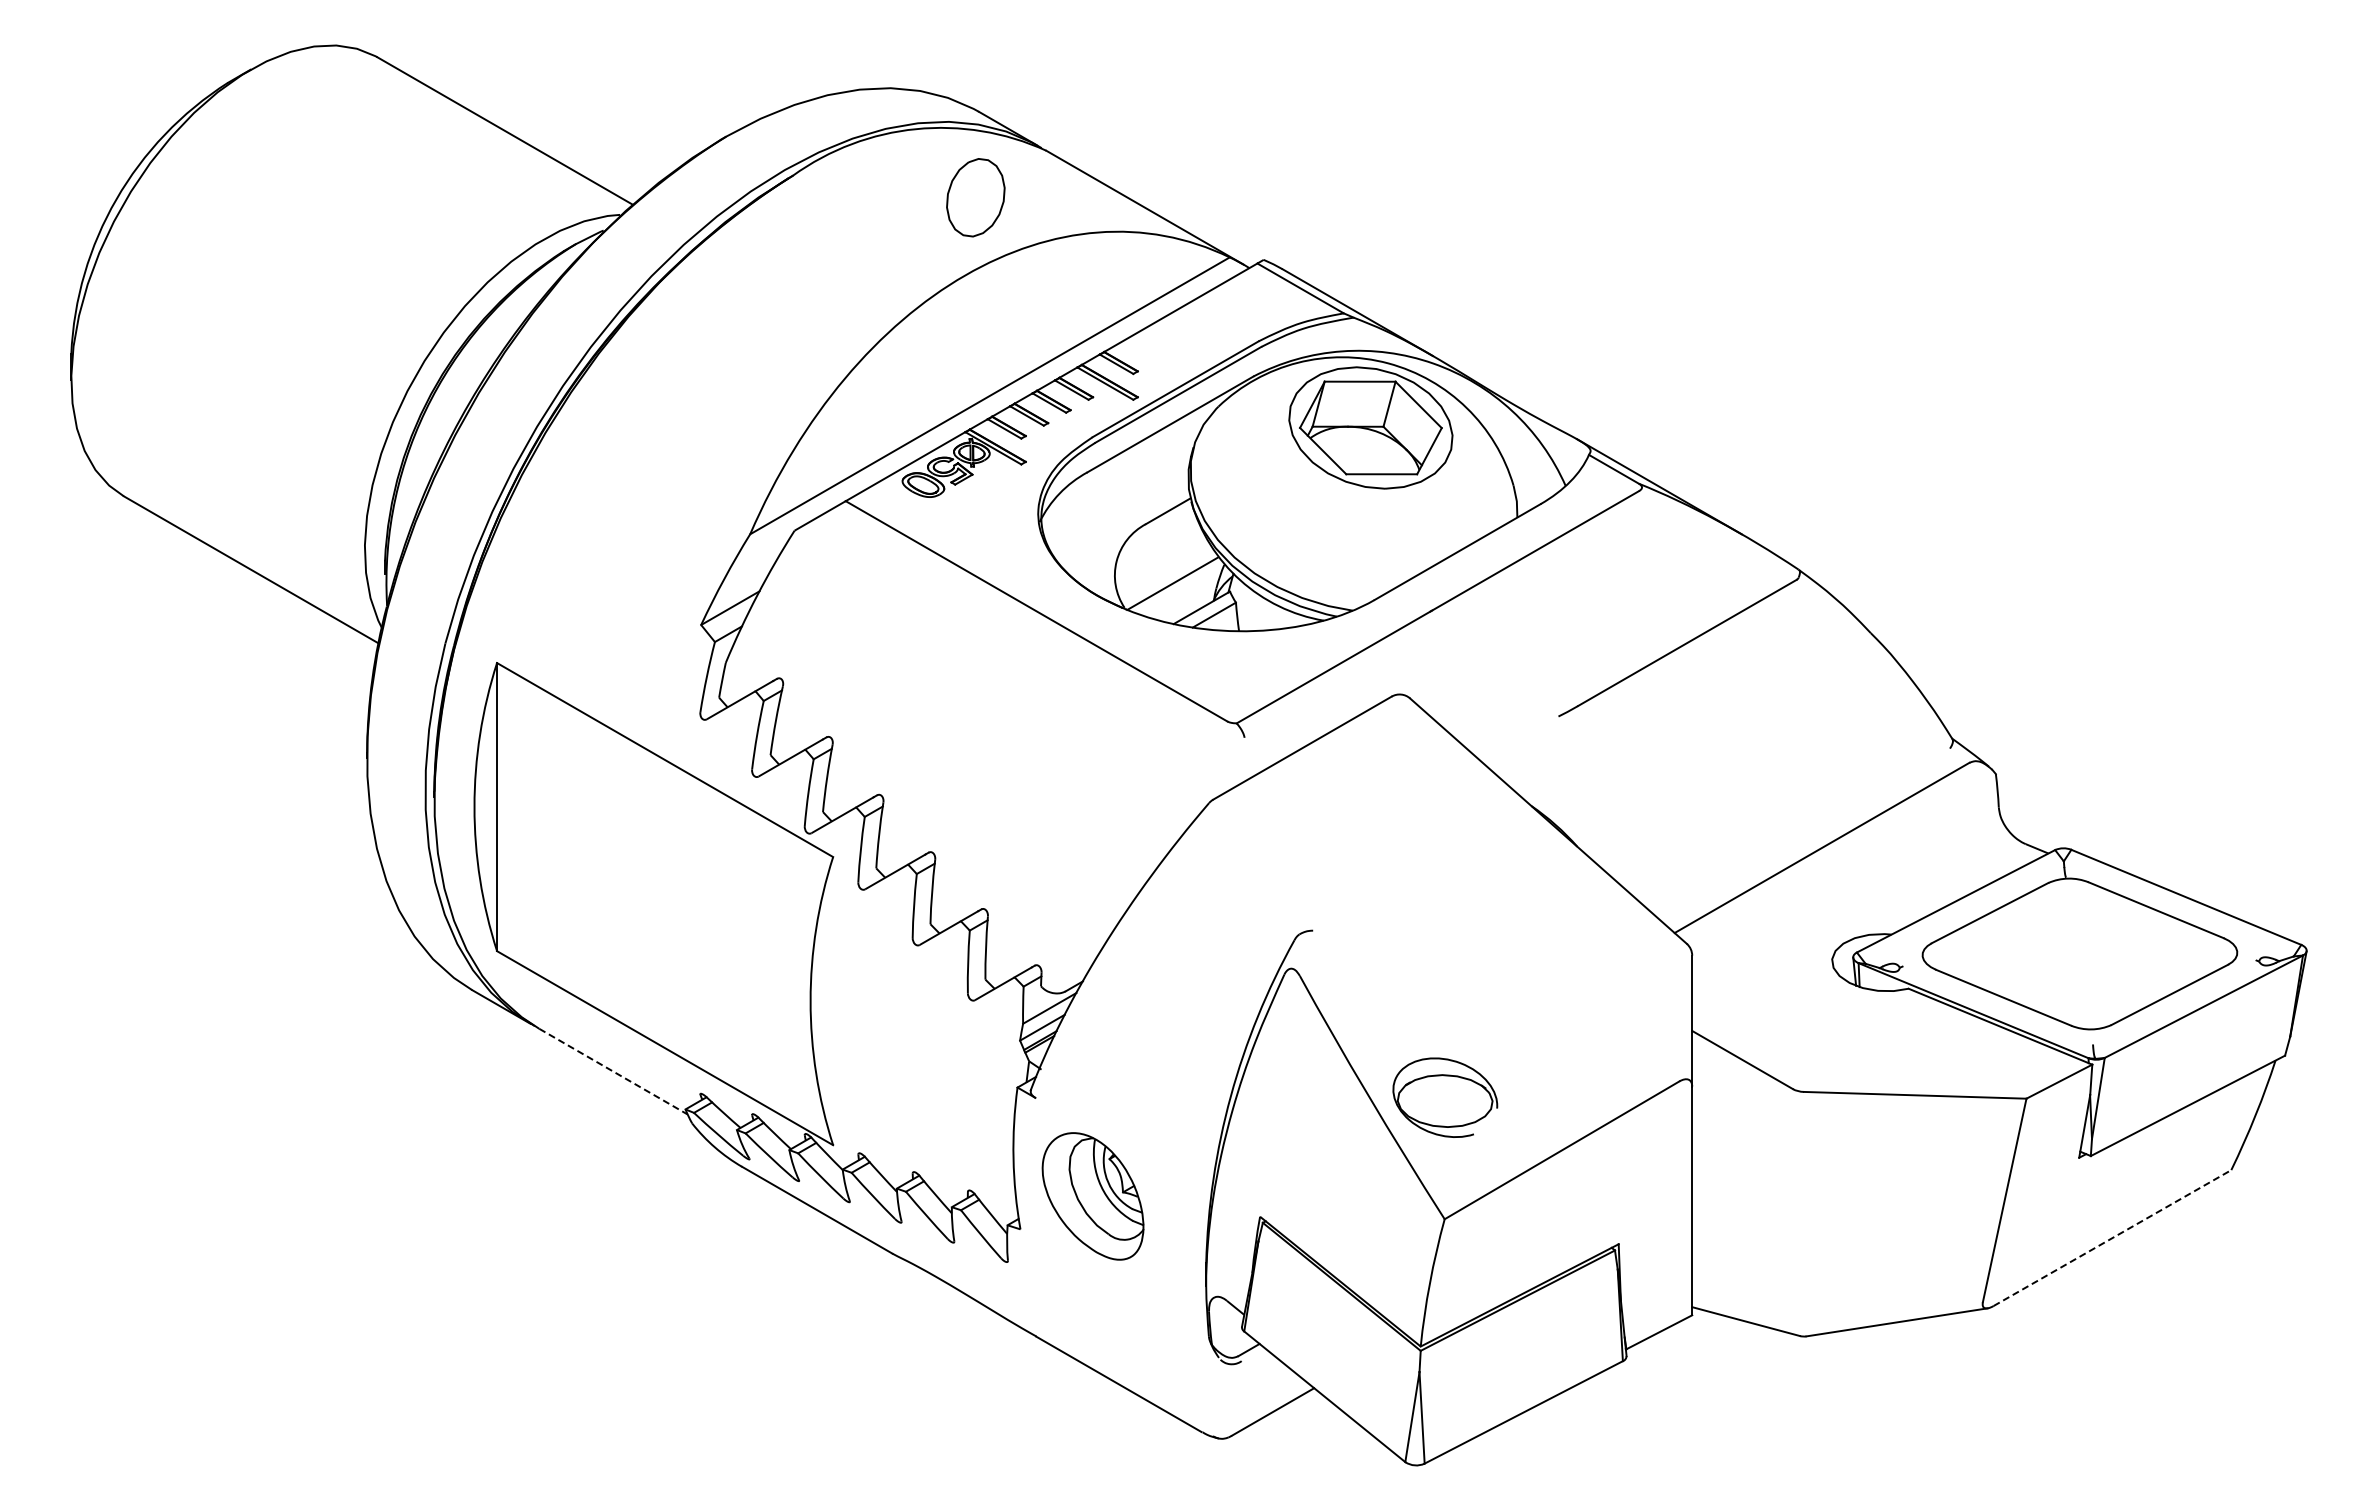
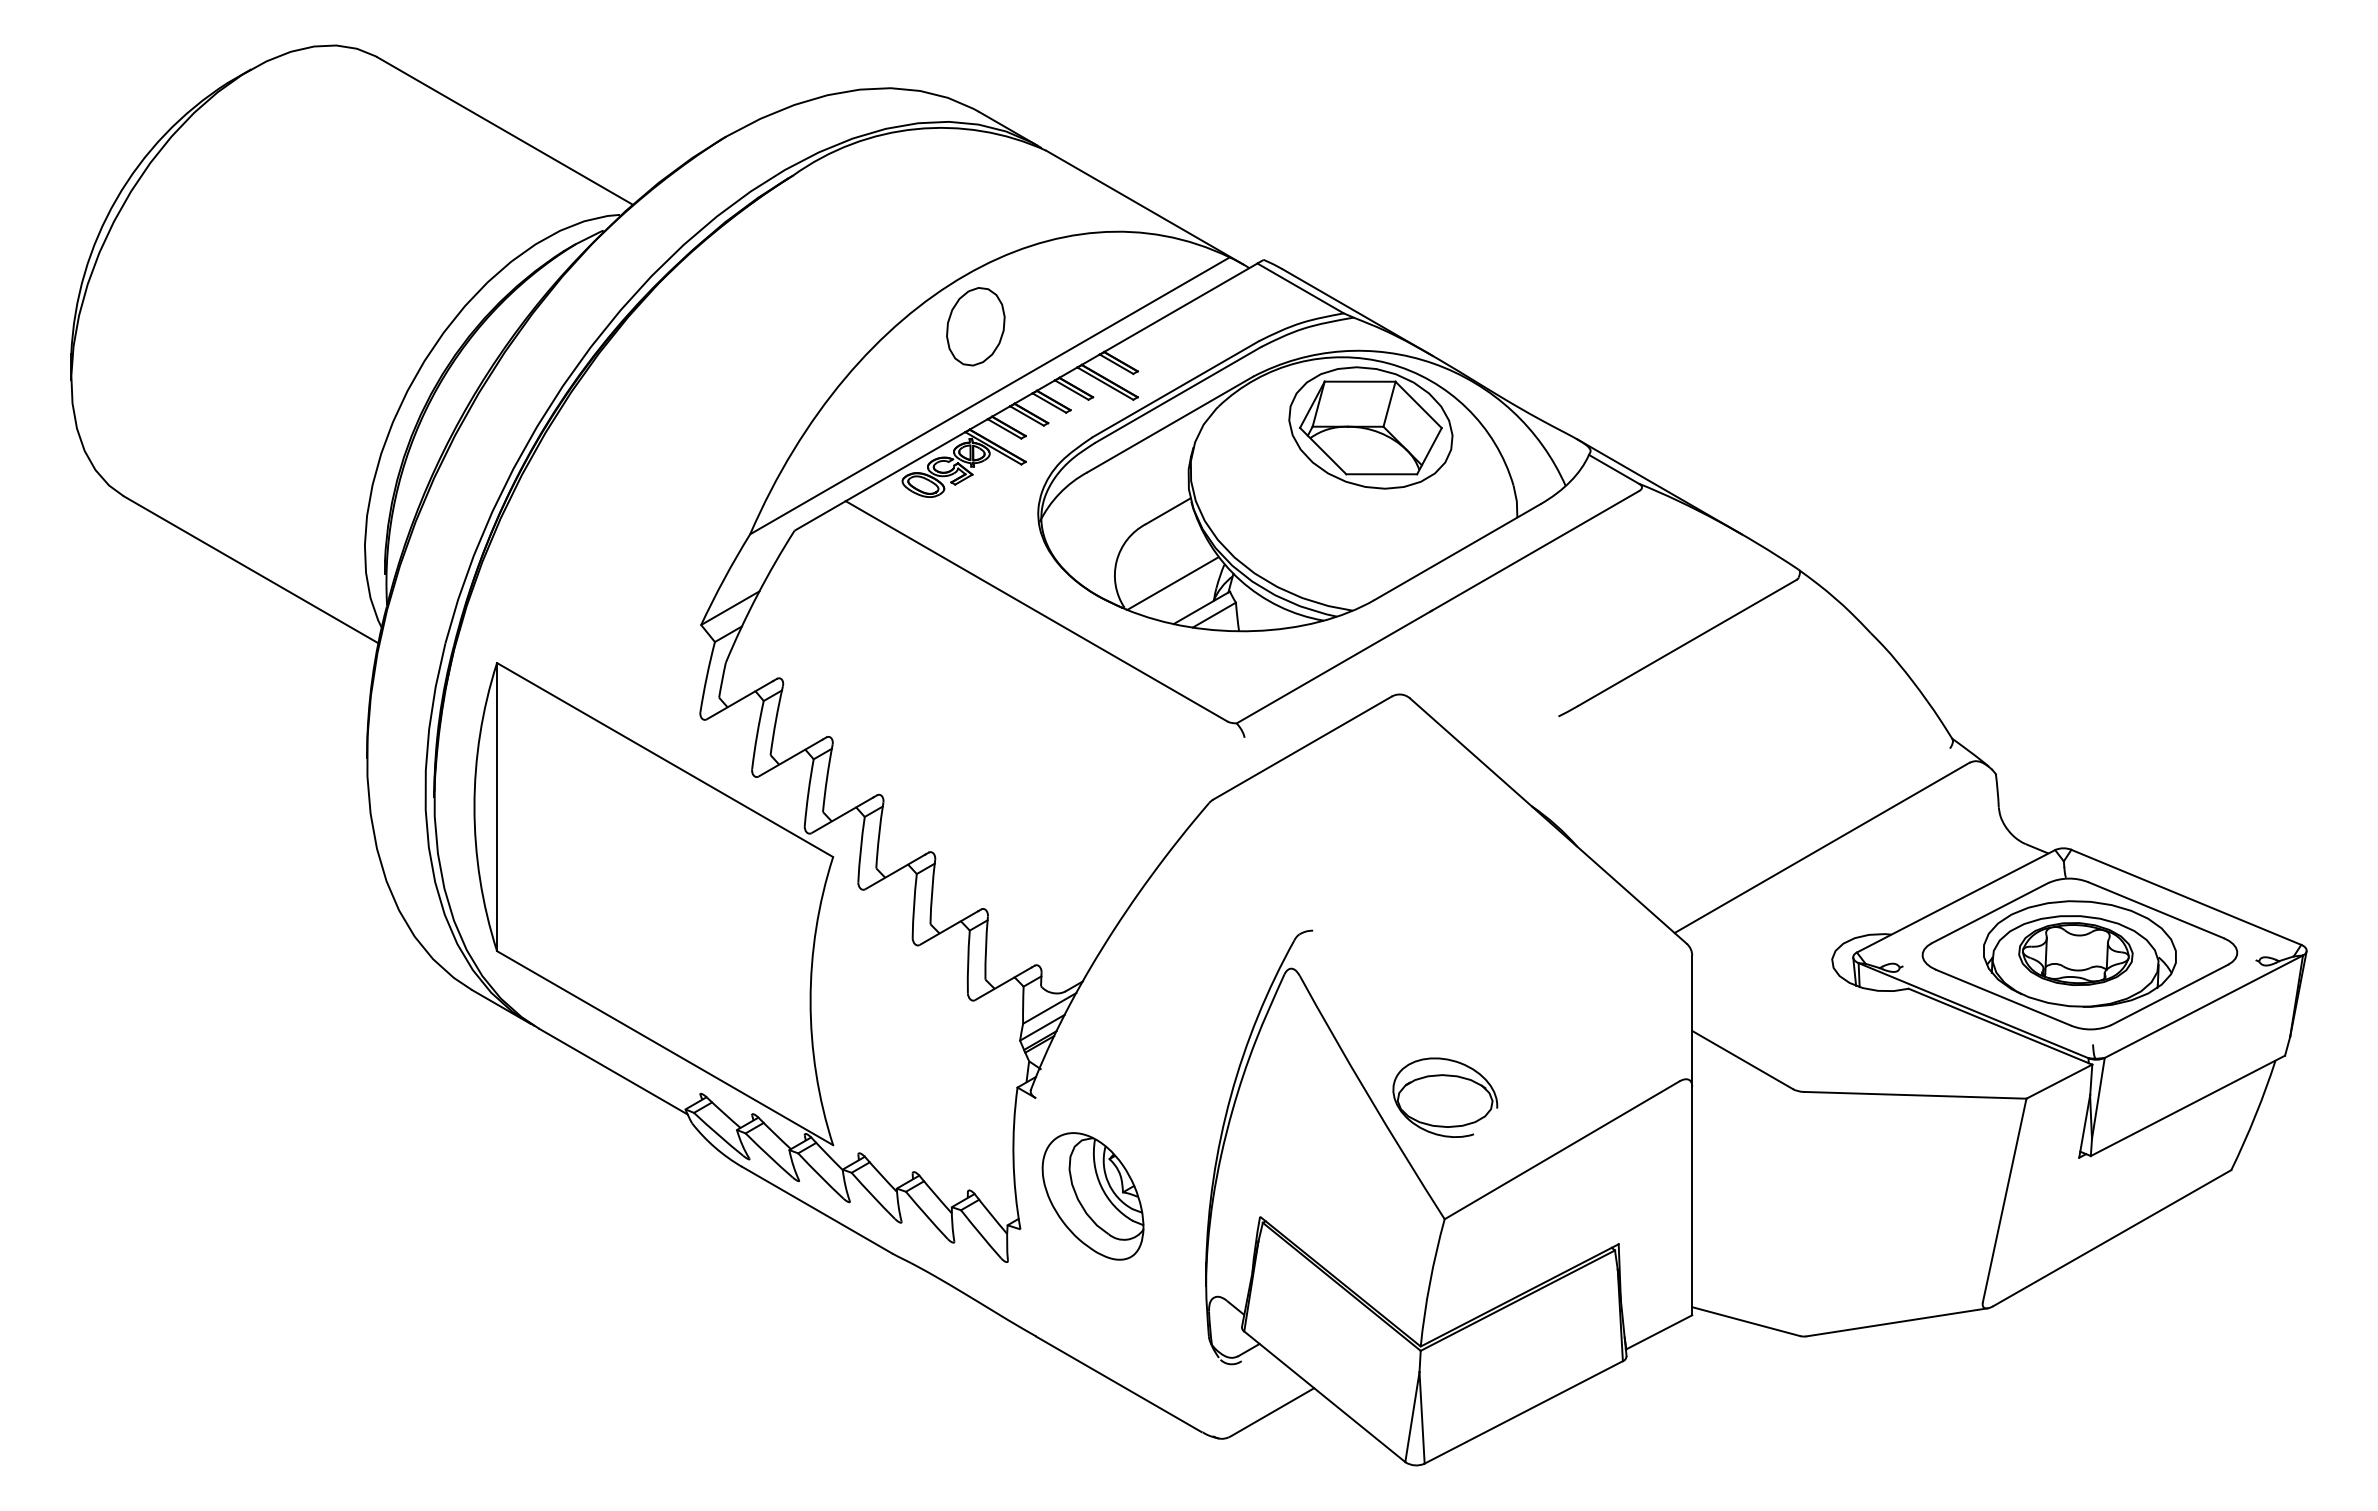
part at (975, 197) position: (975, 197) -> (975, 326)
part at (2079, 953): none -> present
line at (613, 1071): dashed -> solid
line at (2112, 1238): dashed -> solid
